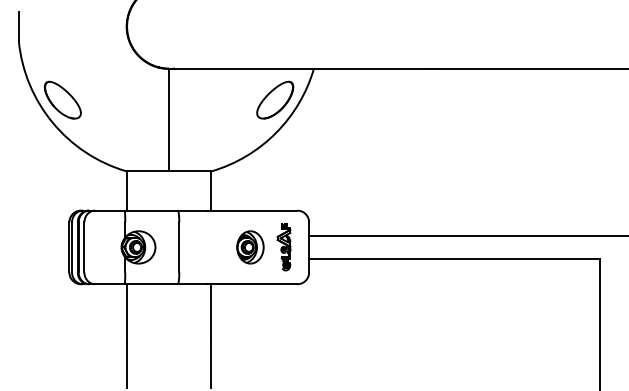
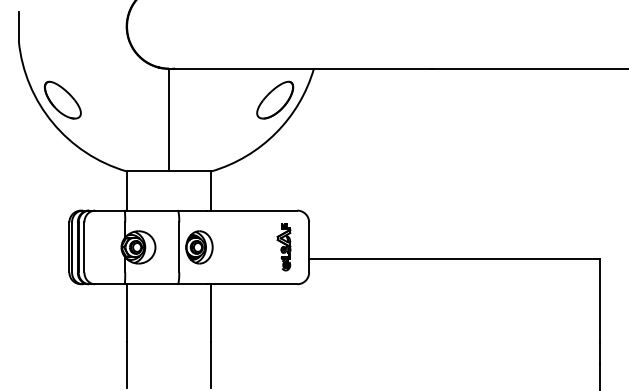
line at (467, 235): present -> none
part at (250, 247) position: (250, 247) -> (199, 247)
